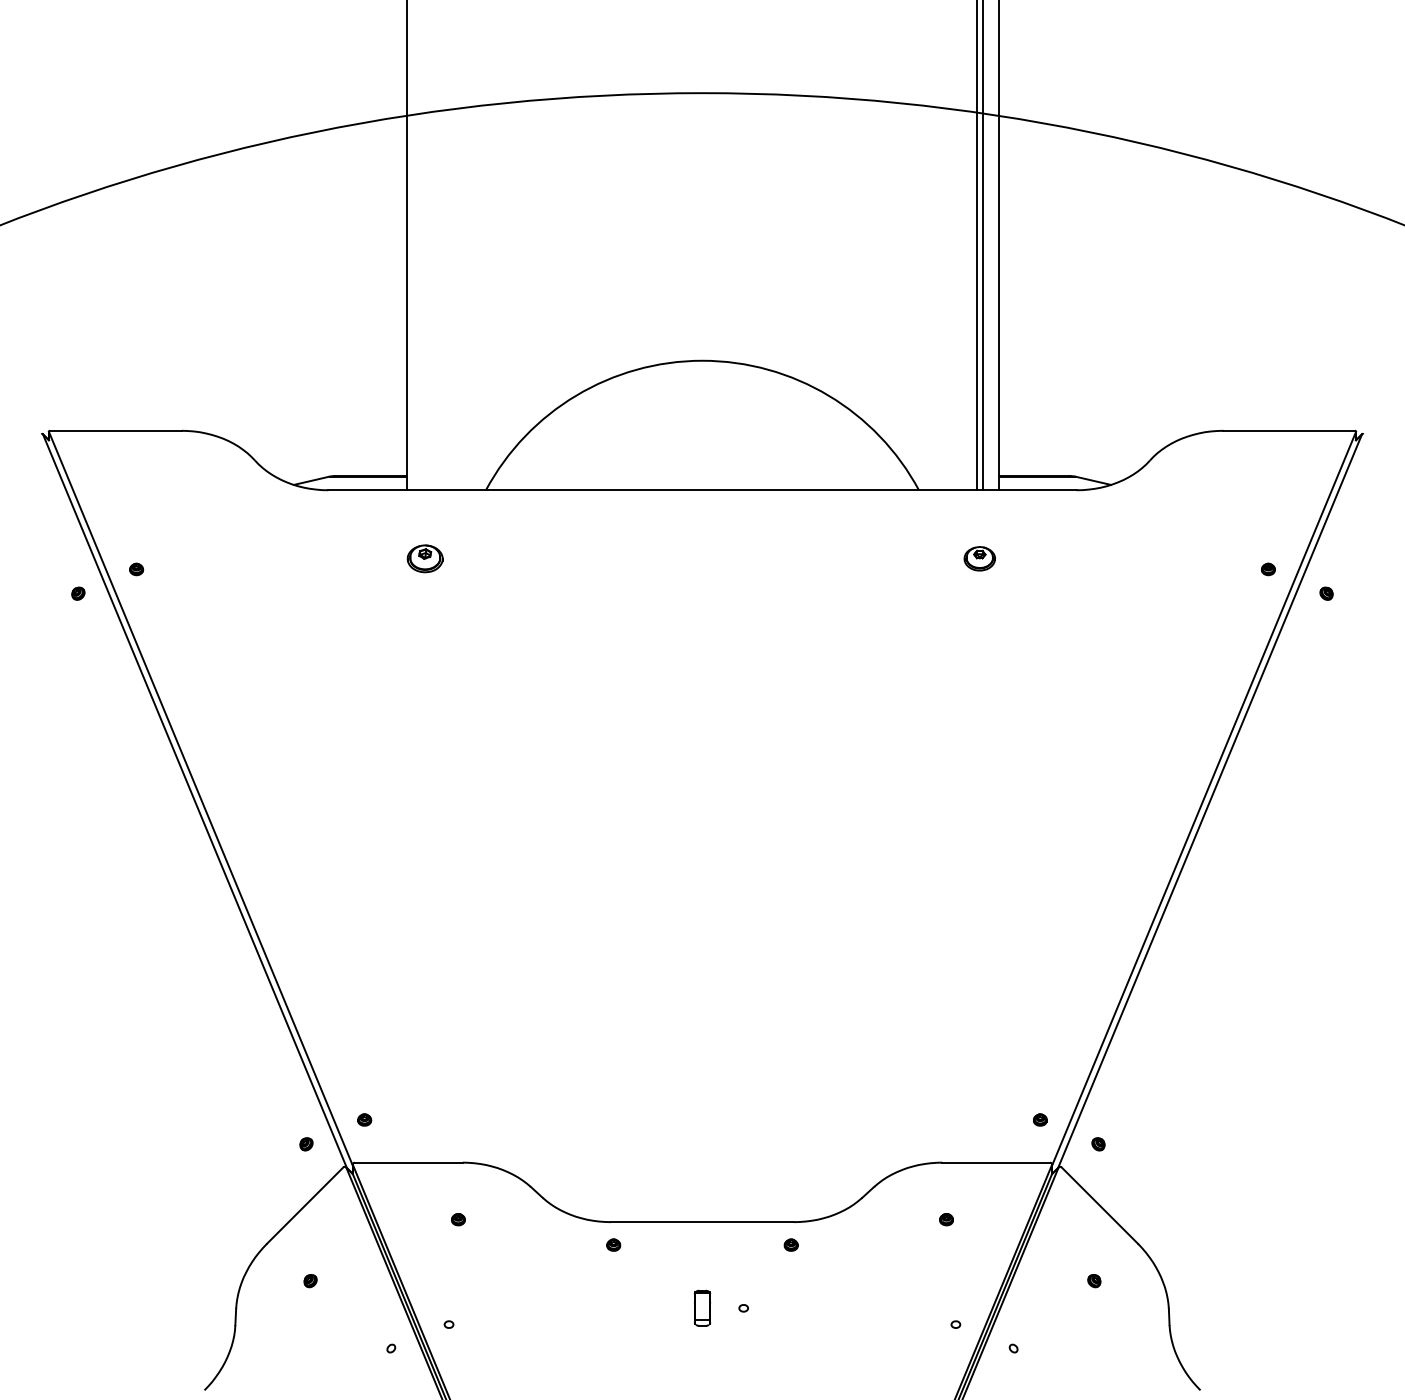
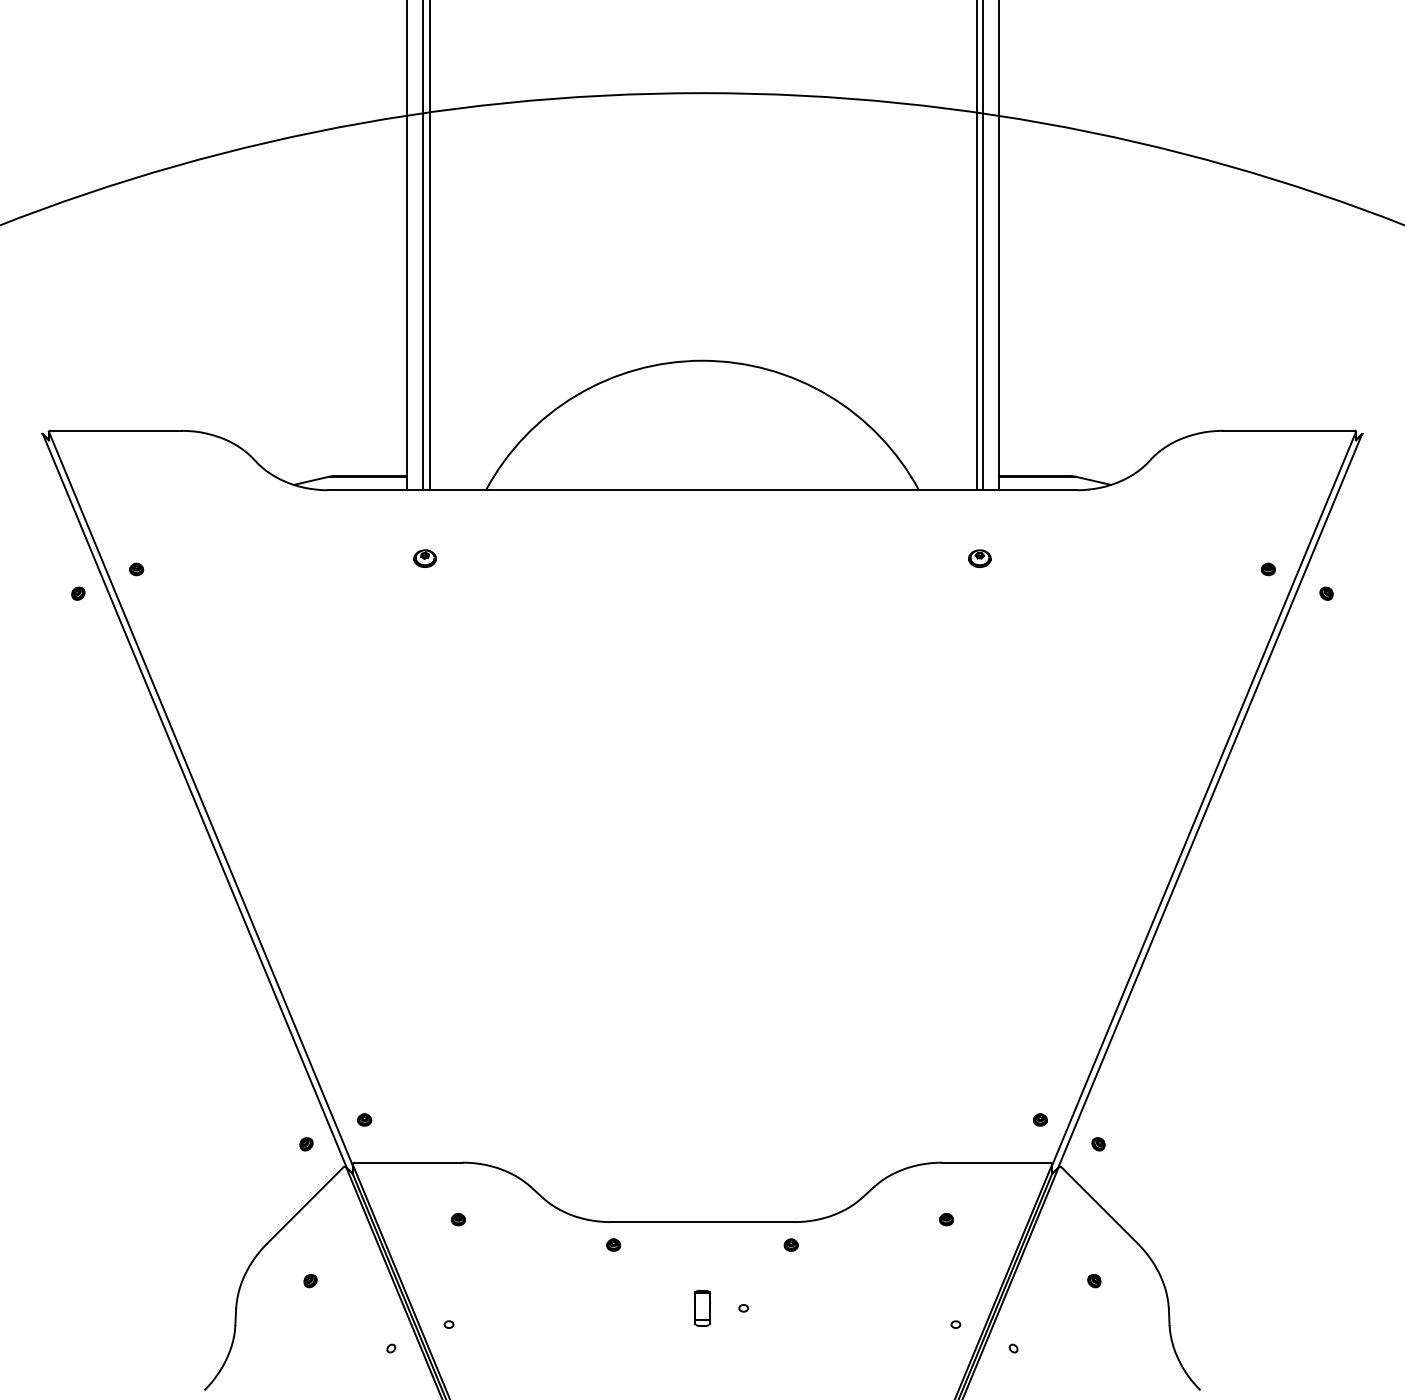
line at (423, 246): none -> present
line at (429, 246): none -> present
part at (424, 558) size: 38x30 px -> 24x19 px
part at (979, 558) size: 33x26 px -> 24x19 px
